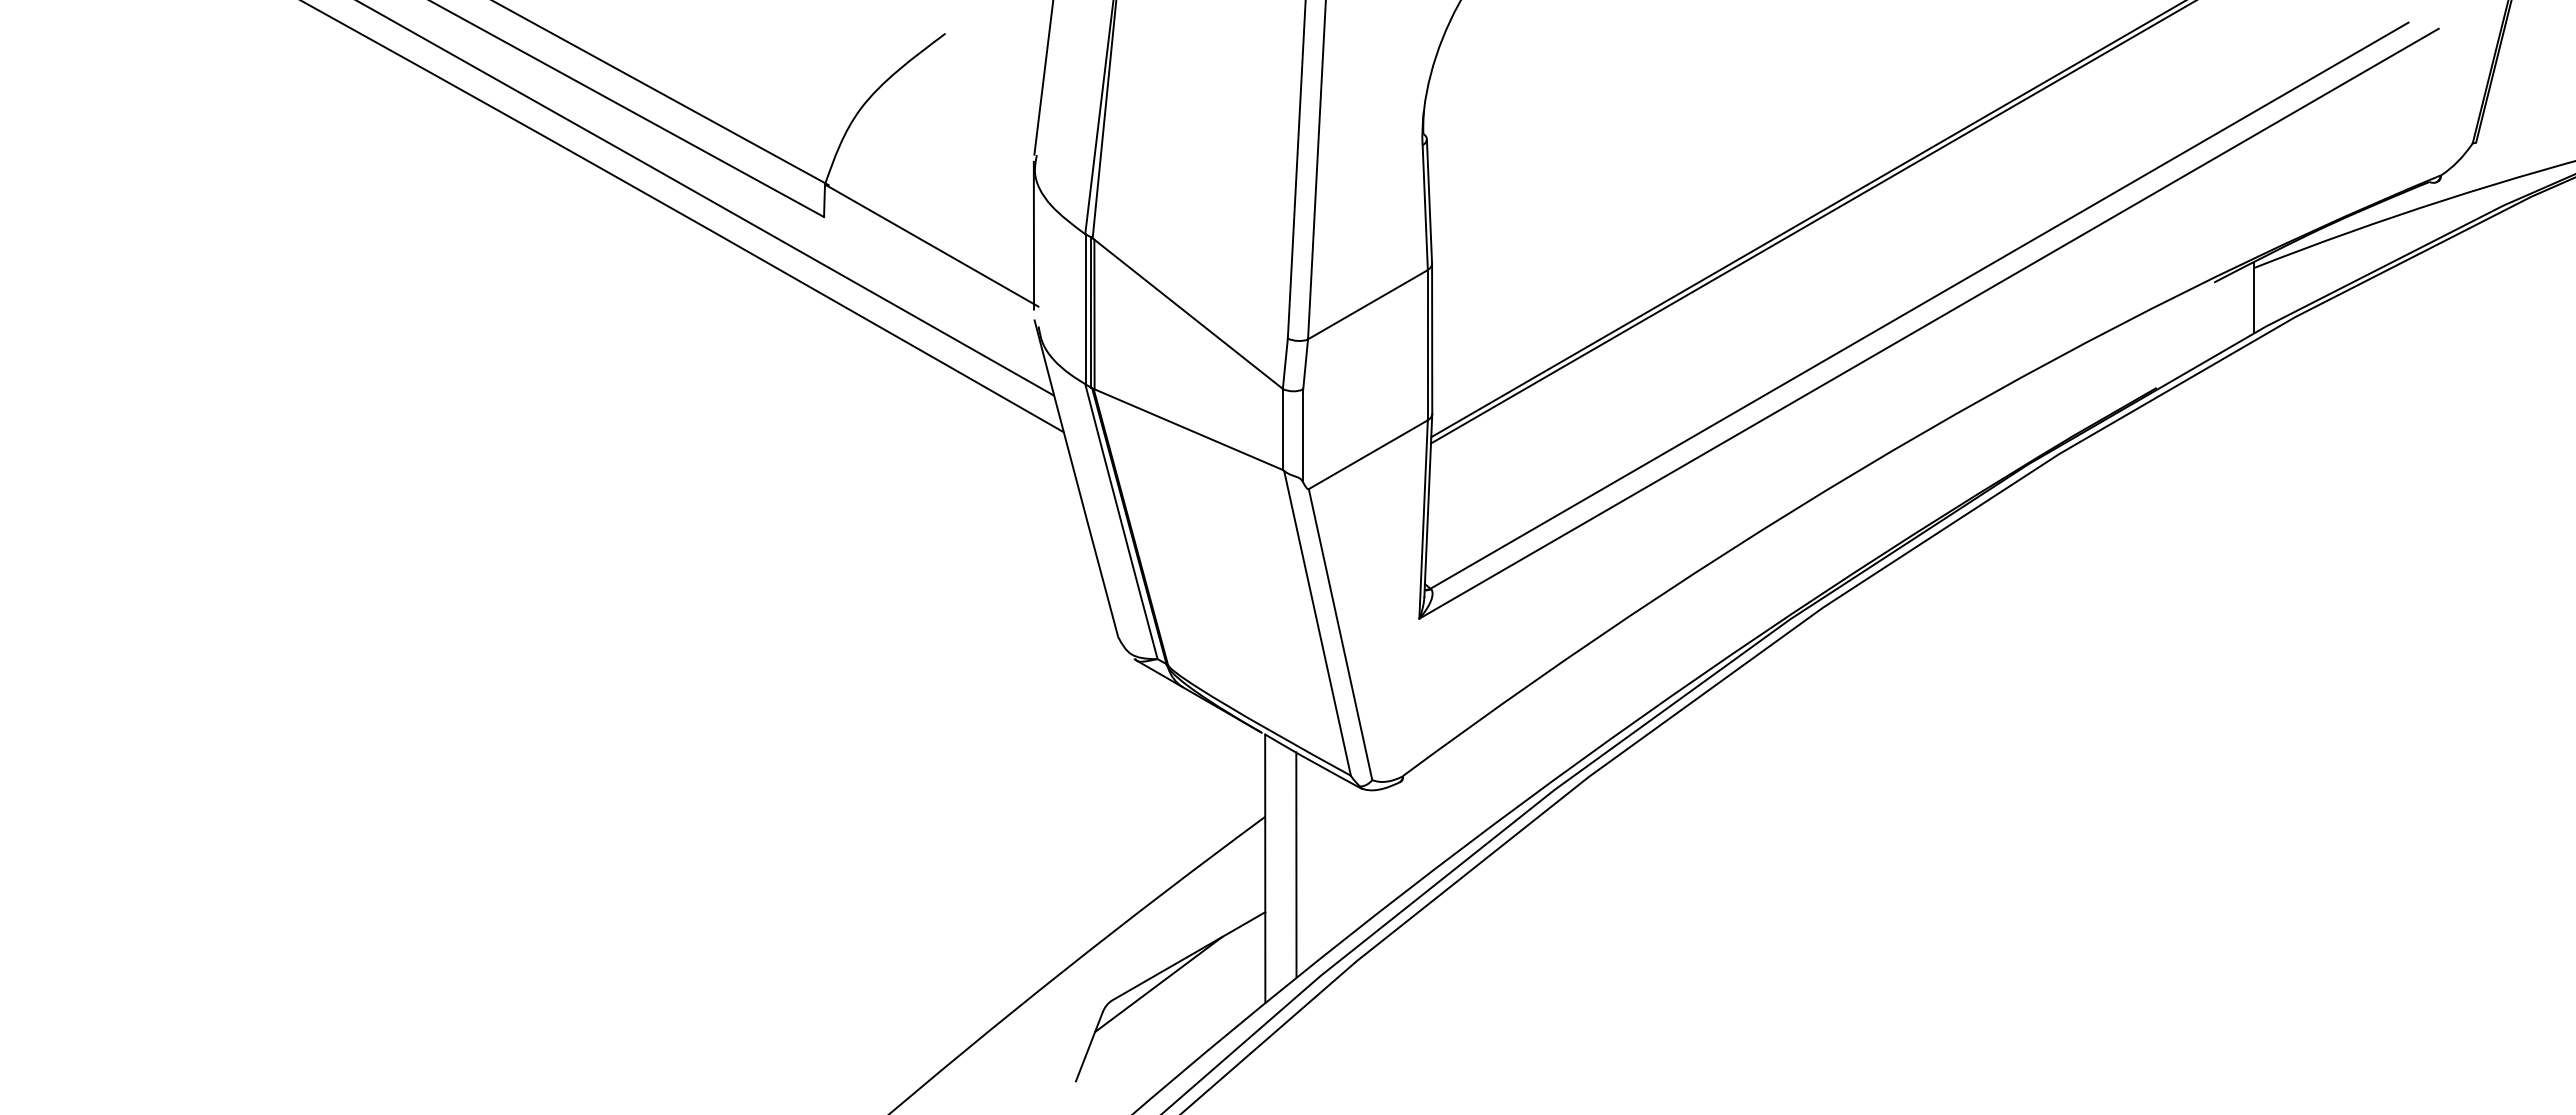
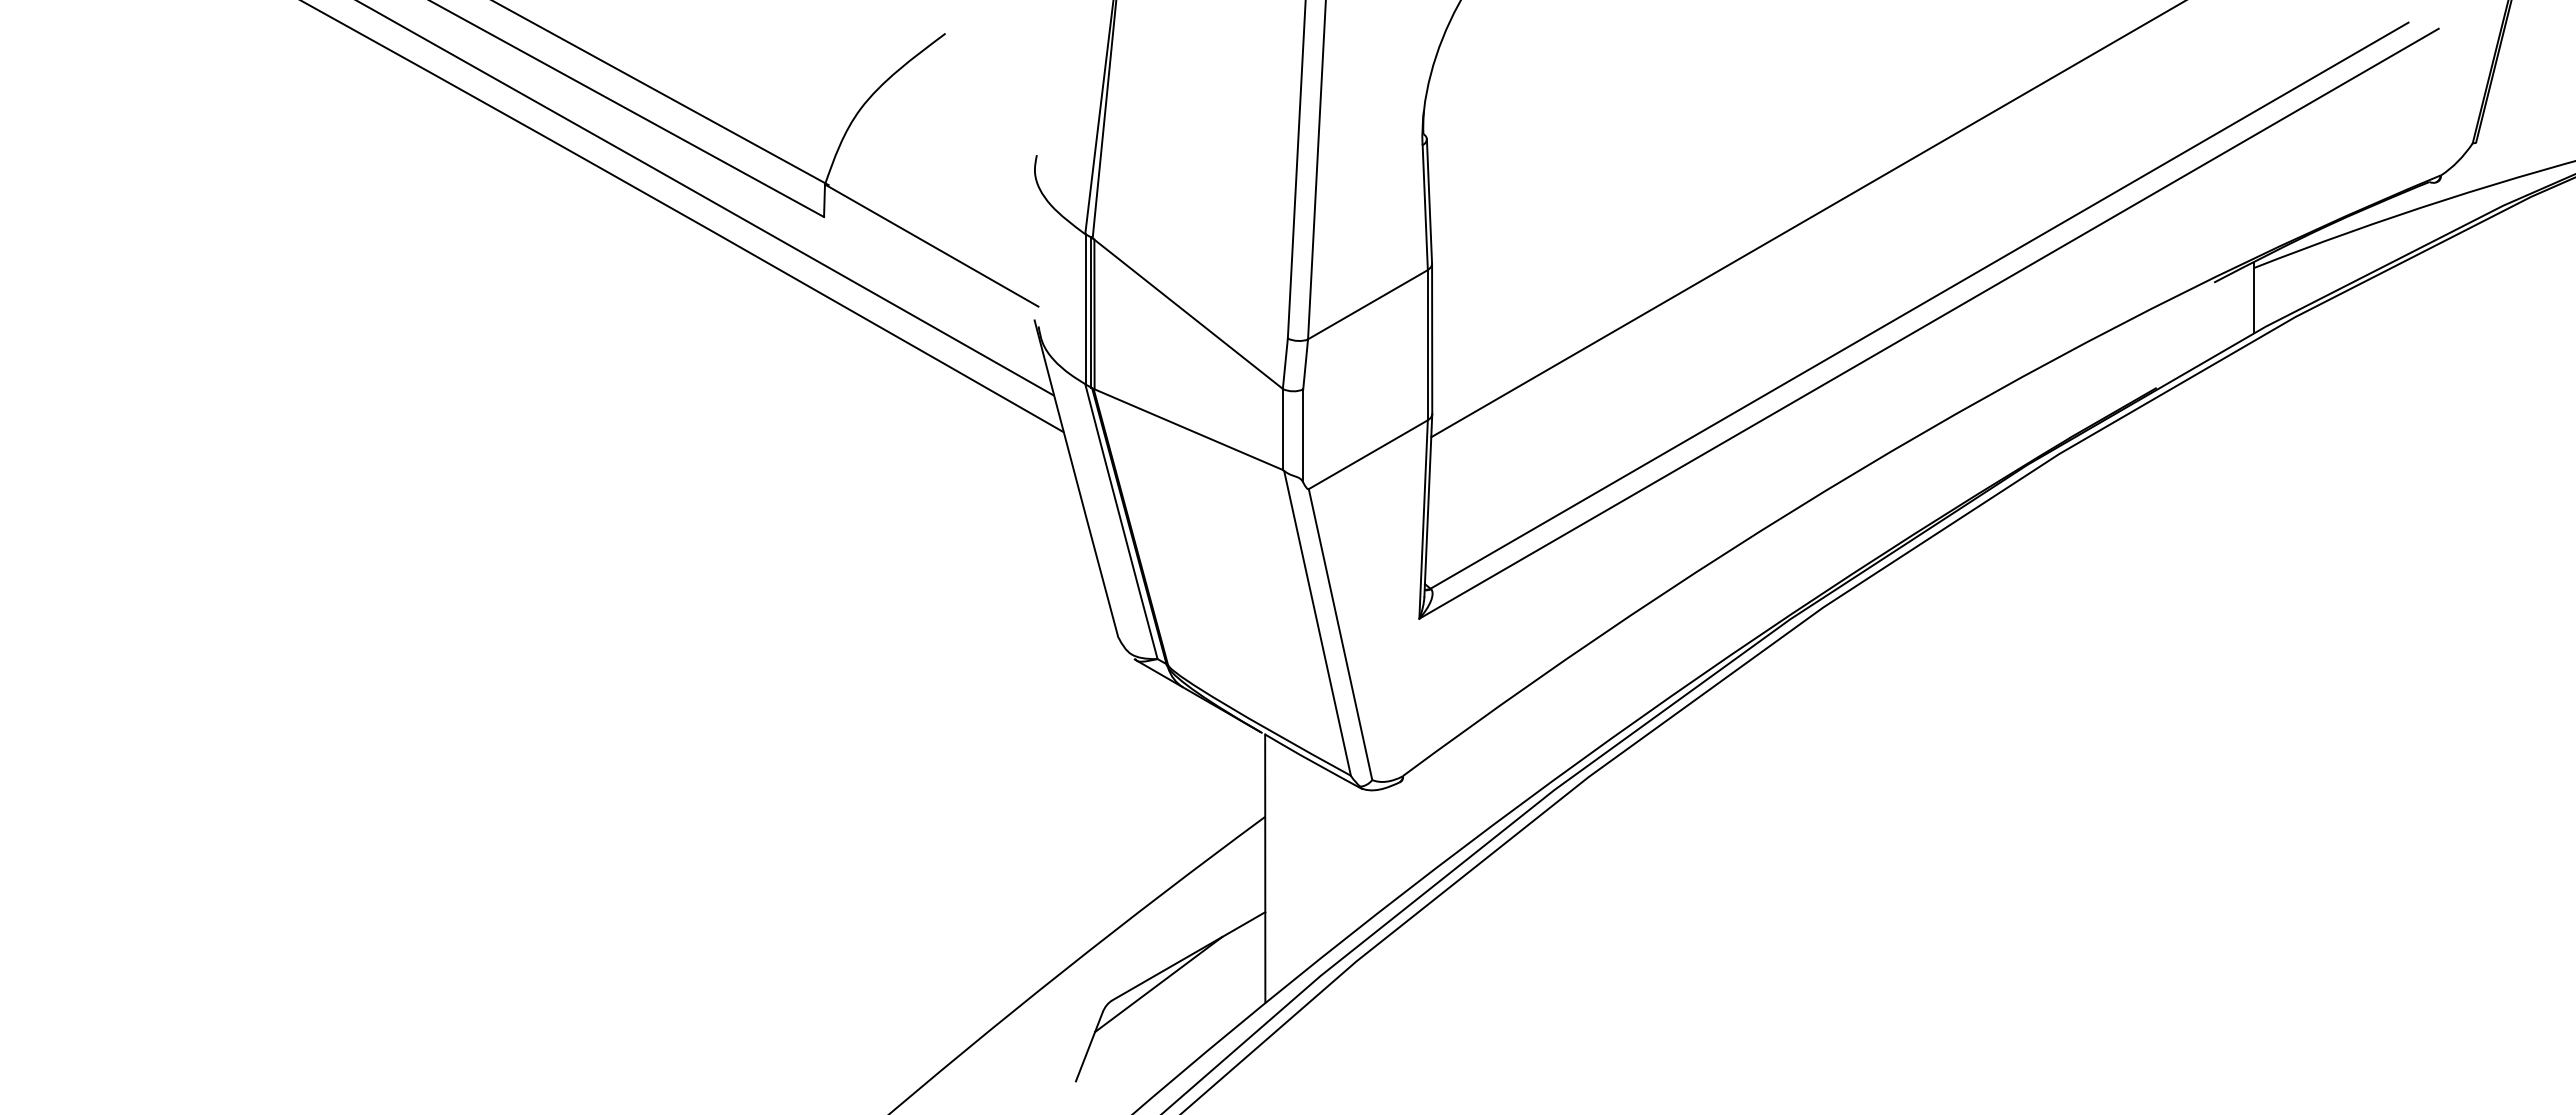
line at (1043, 78): present -> none
line at (1811, 222): present -> none
line at (1033, 235): present -> none
line at (1296, 864): present -> none
